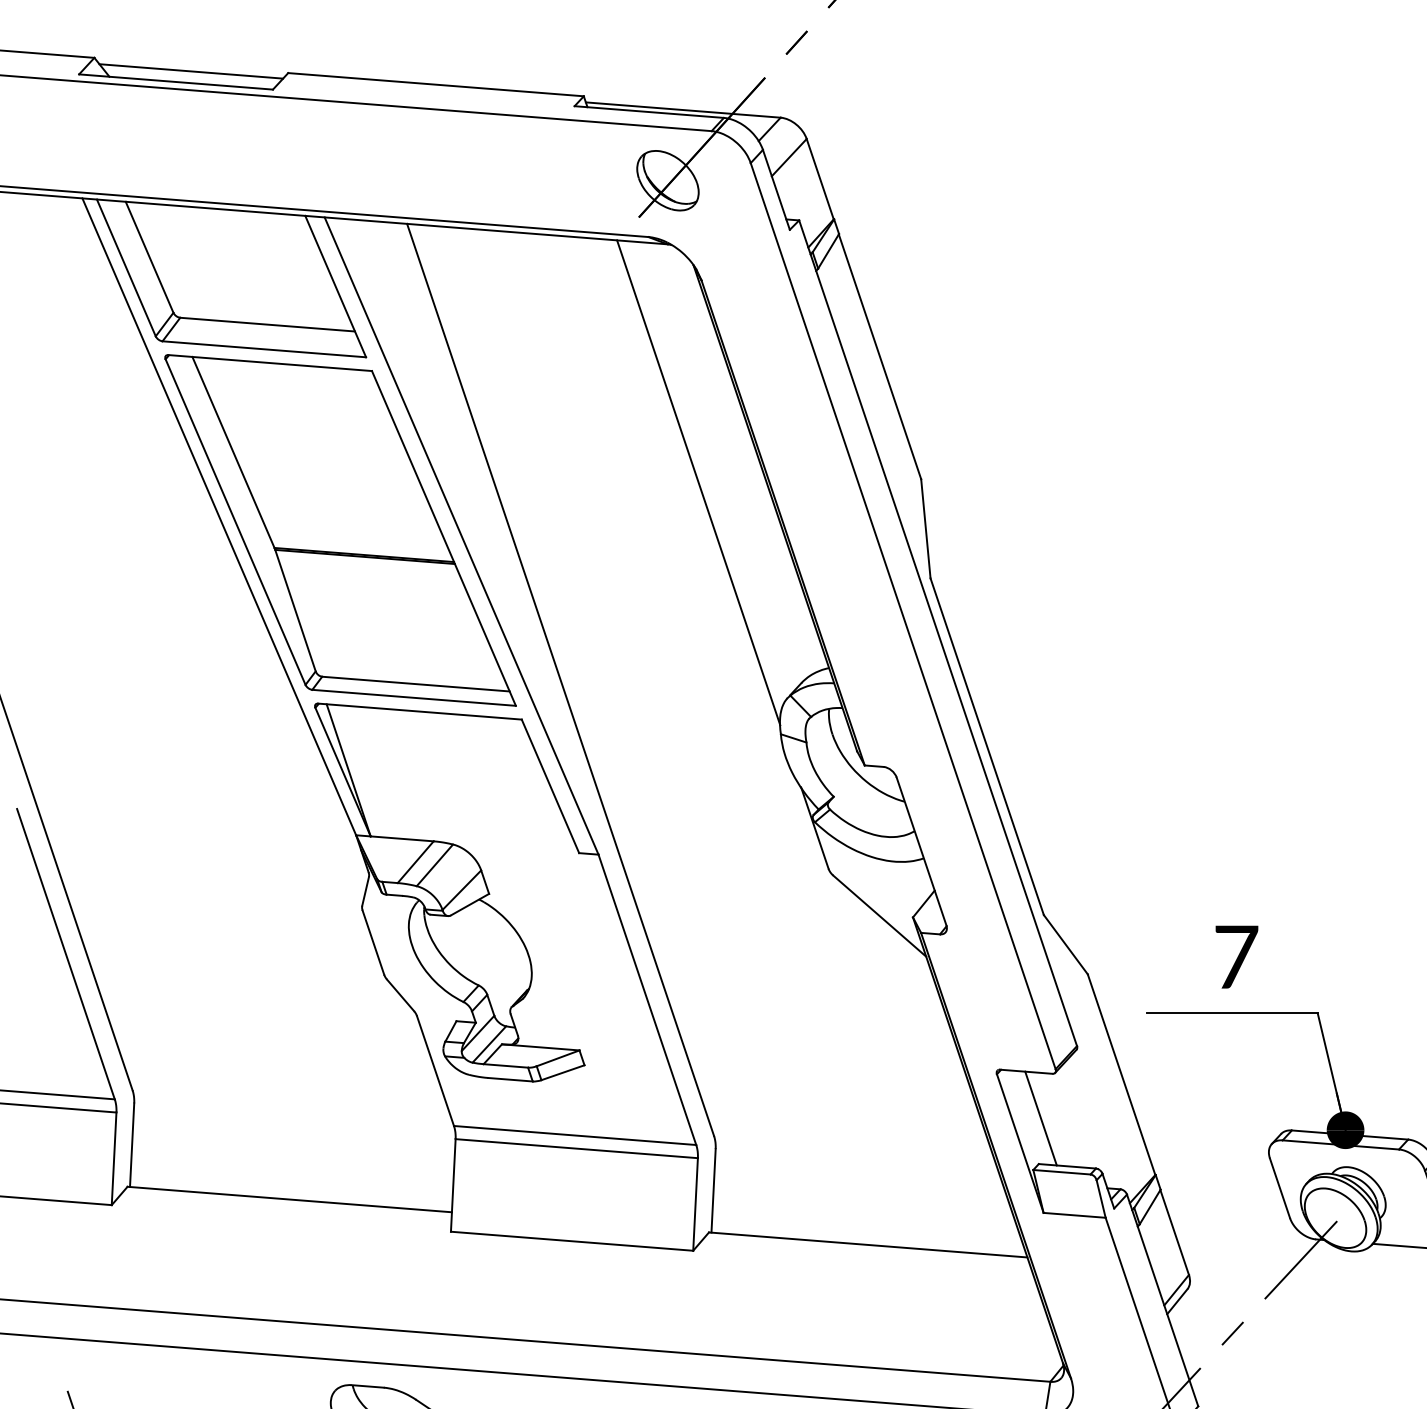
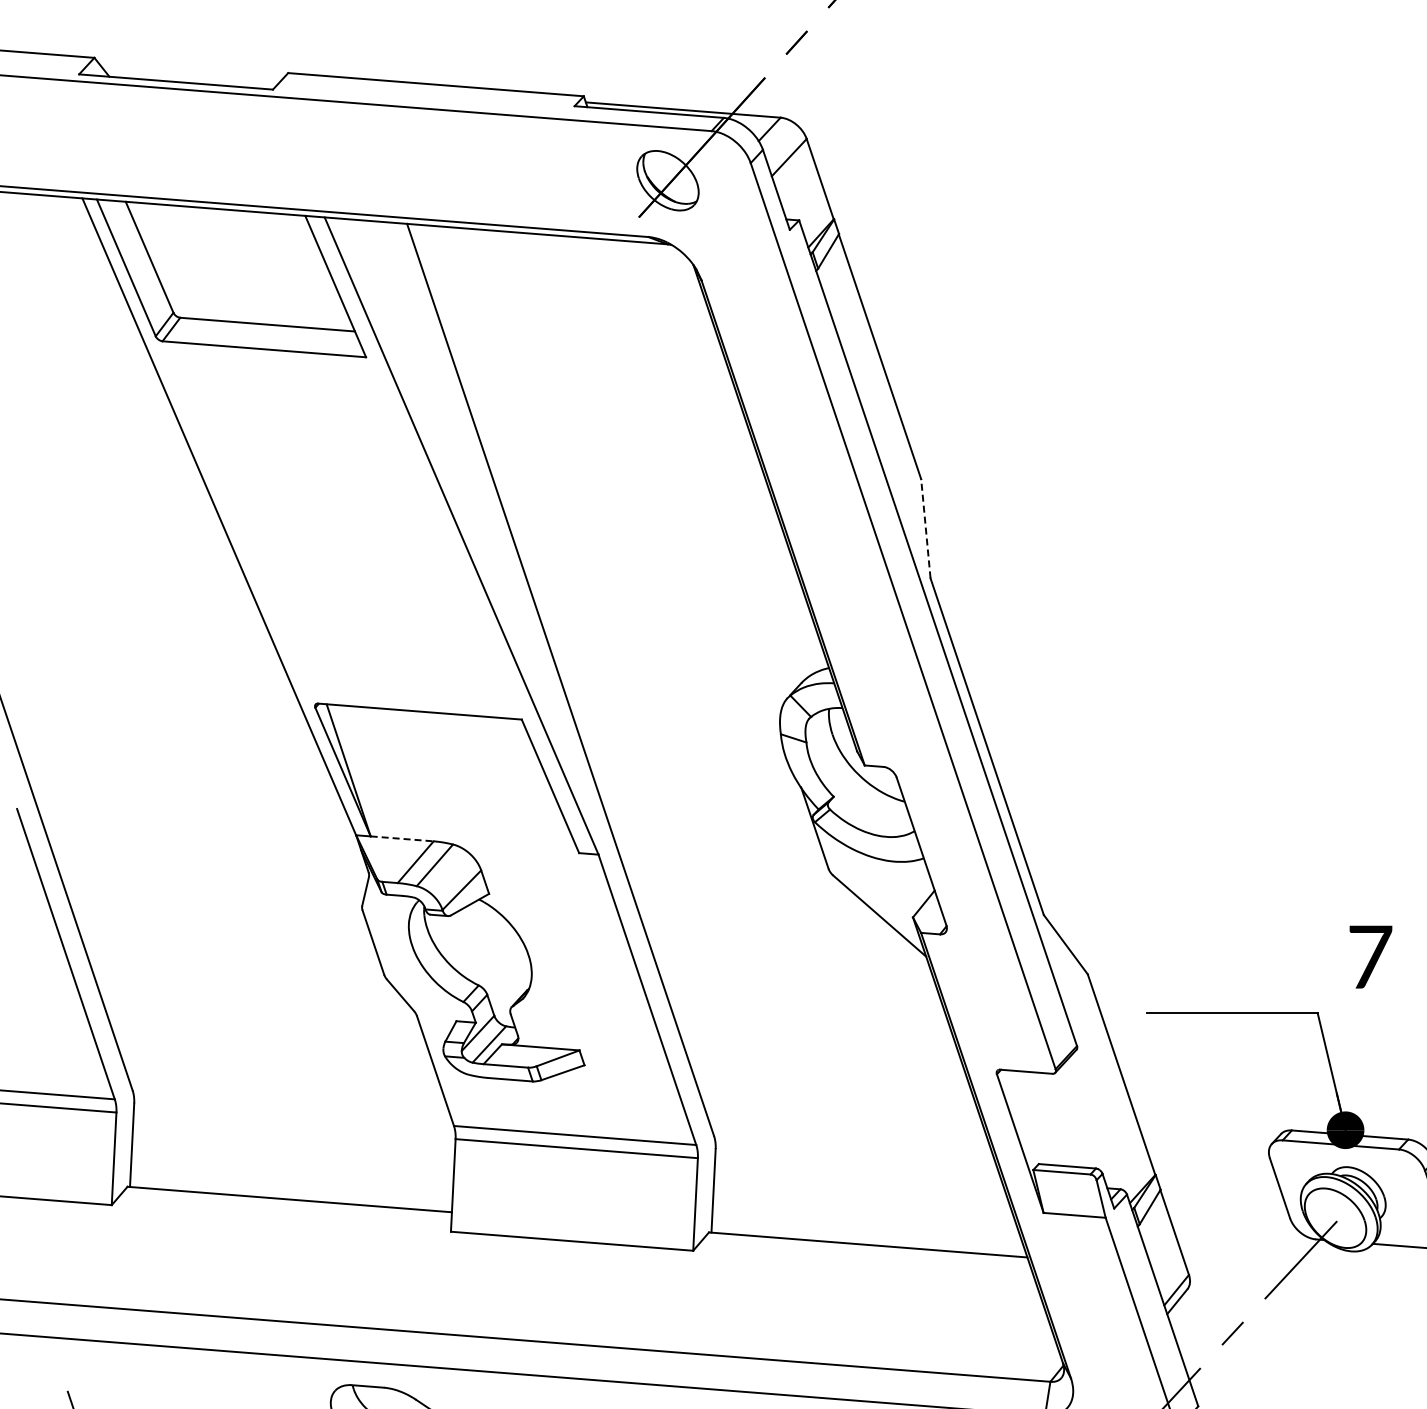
line at (191, 71): present -> none
line at (698, 482): present -> none
line at (925, 528): solid -> dashed
part at (340, 530): present -> none
line at (402, 838): solid -> dashed
text at (1236, 956) position: (1236, 956) -> (1370, 956)
line at (1040, 1118): present -> none
